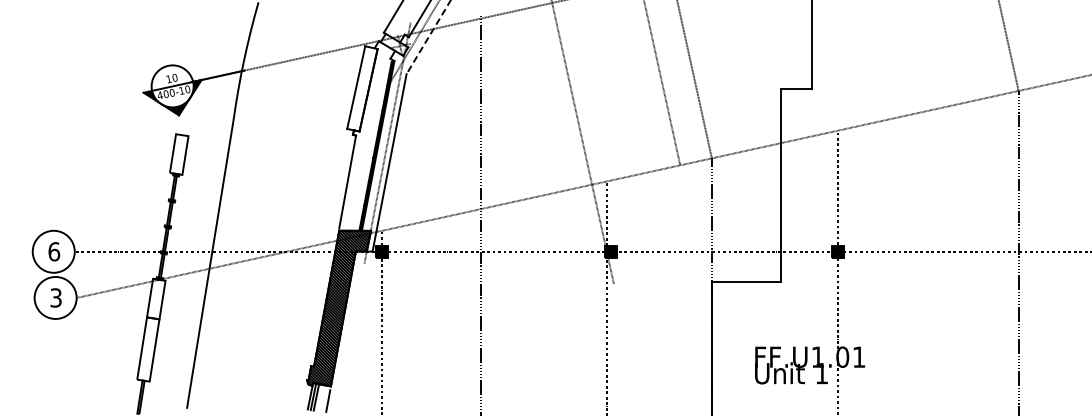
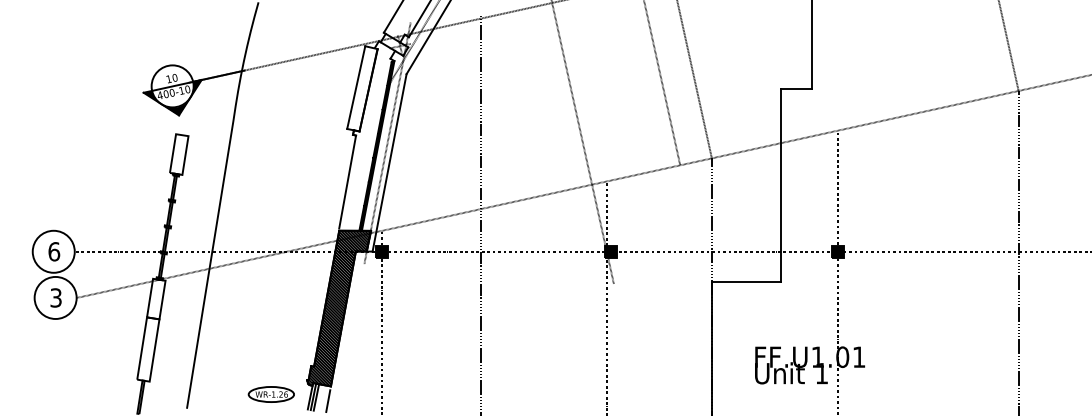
line at (428, 37): dashed -> solid
part at (270, 394): none -> present
